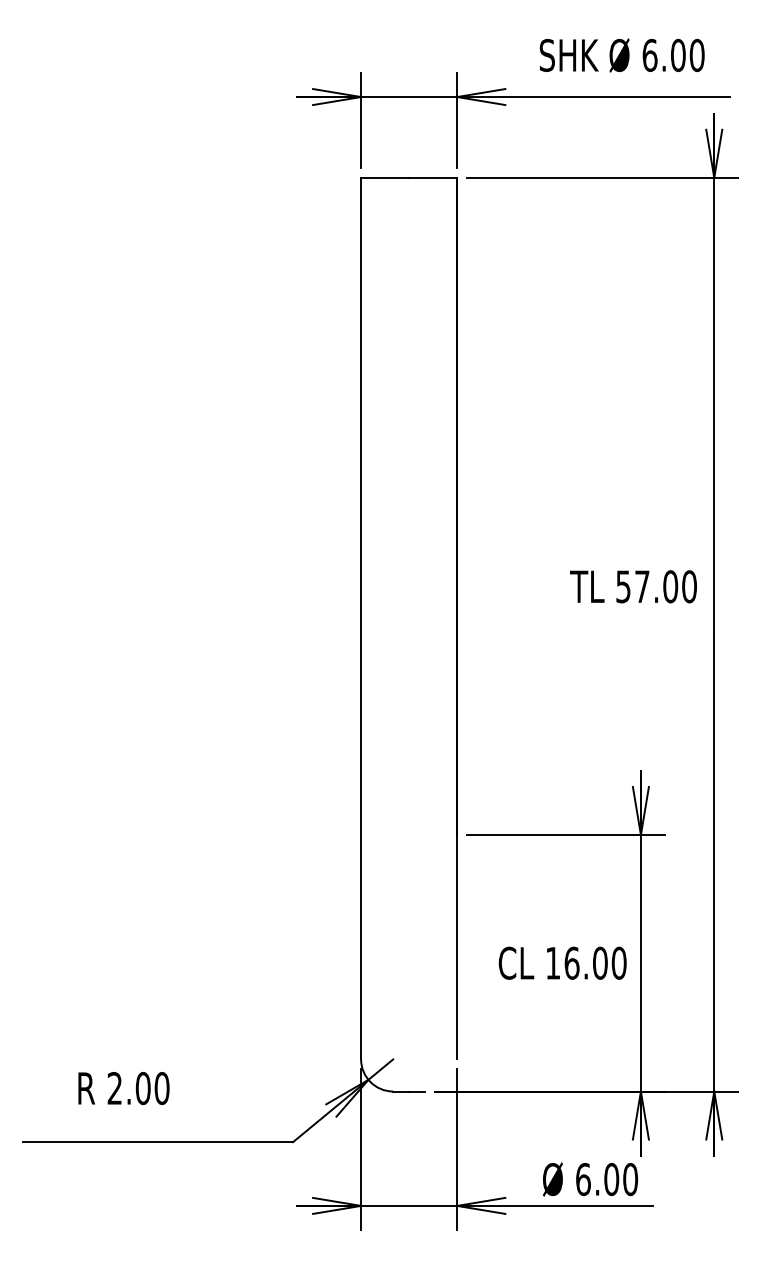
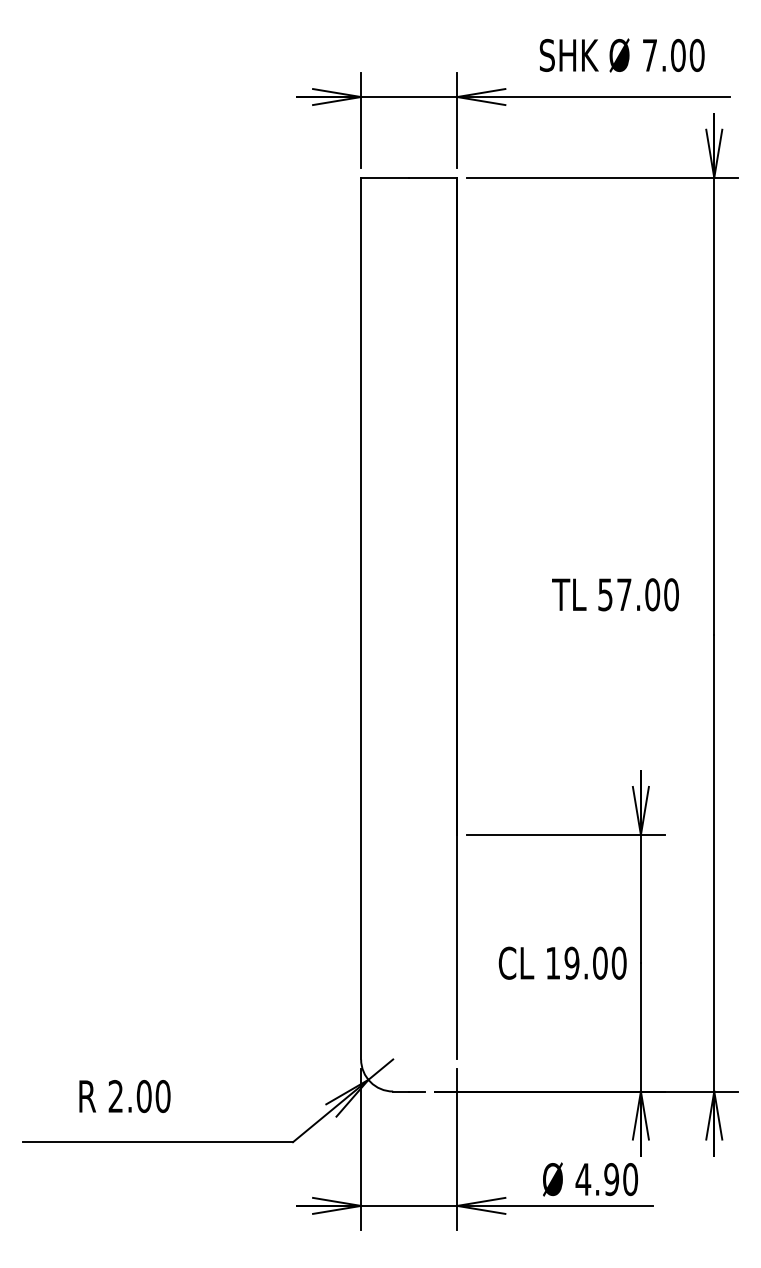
text at (649, 55): 6.00 -> 7.00
text at (633, 586) position: (633, 586) -> (615, 594)
text at (571, 962): 16.00 -> 19.00
text at (123, 1088) position: (123, 1088) -> (124, 1096)
text at (597, 1179): 6.00 -> 4.90
